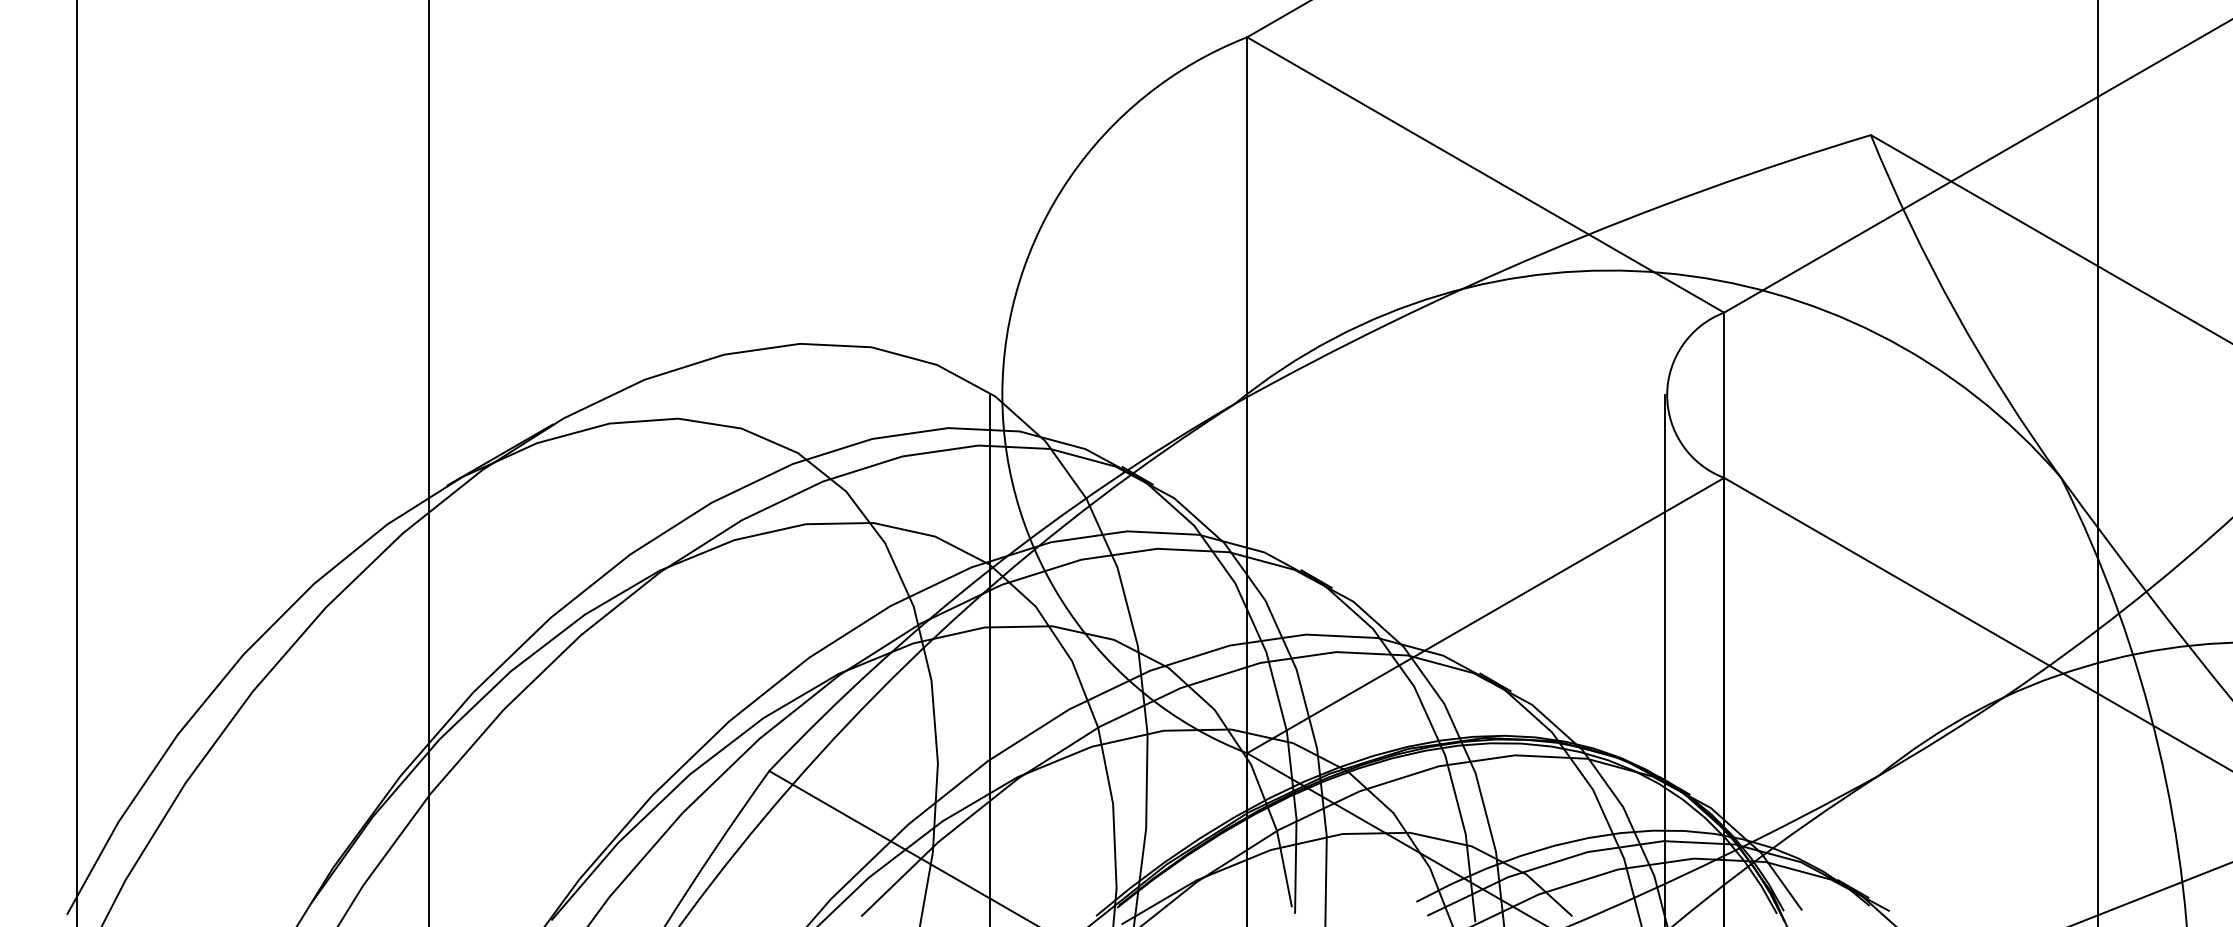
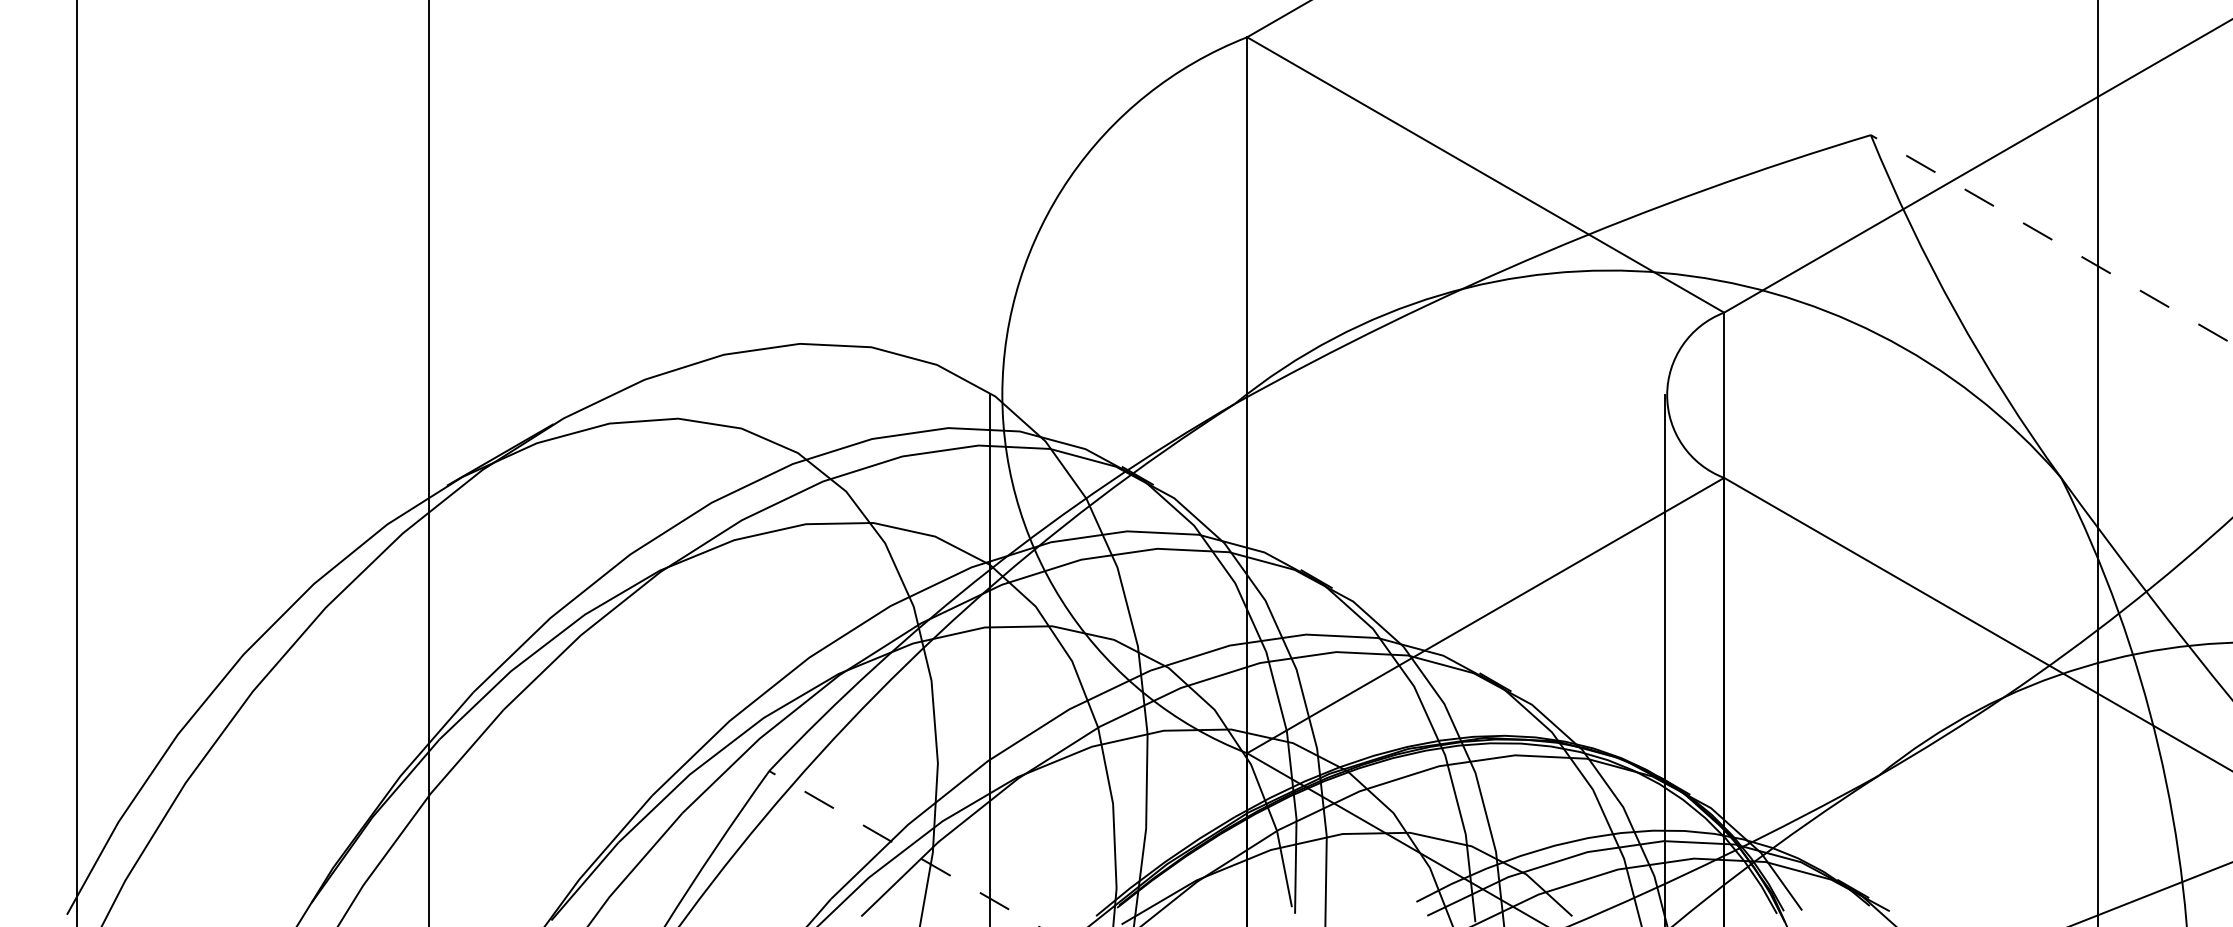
line at (2051, 239): solid -> dashed
line at (903, 848): solid -> dashed
